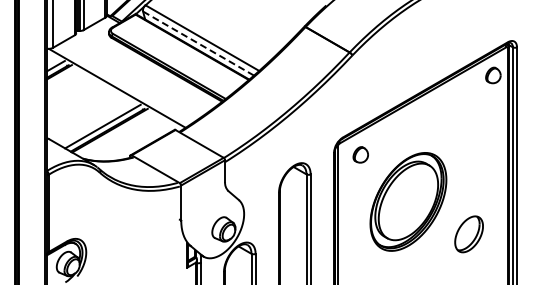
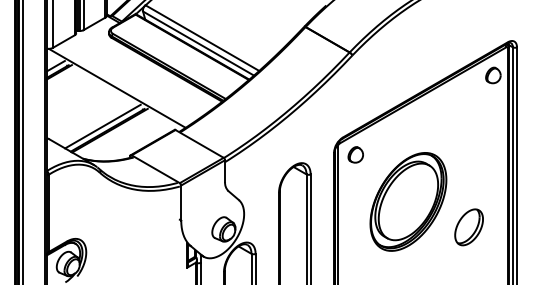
line at (198, 43): dashed -> solid
line at (23, 141): none -> present
part at (360, 154) position: (360, 154) -> (355, 154)
part at (468, 234) position: (468, 234) -> (468, 227)
